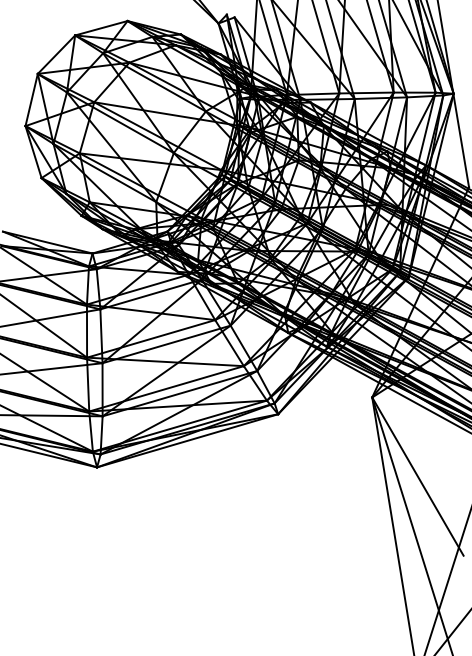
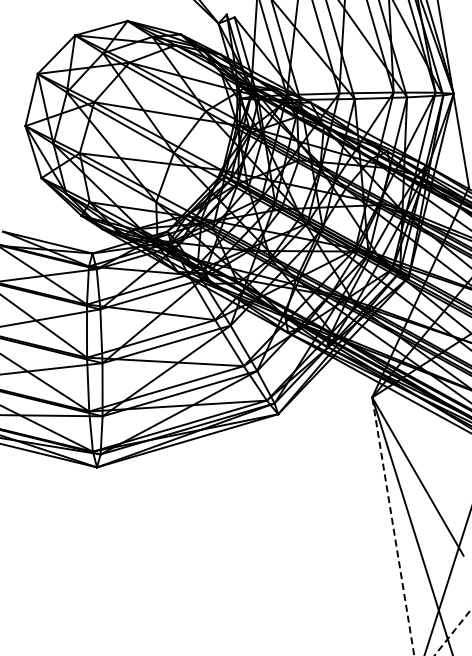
line at (393, 526): solid -> dashed
line at (453, 632): solid -> dashed
